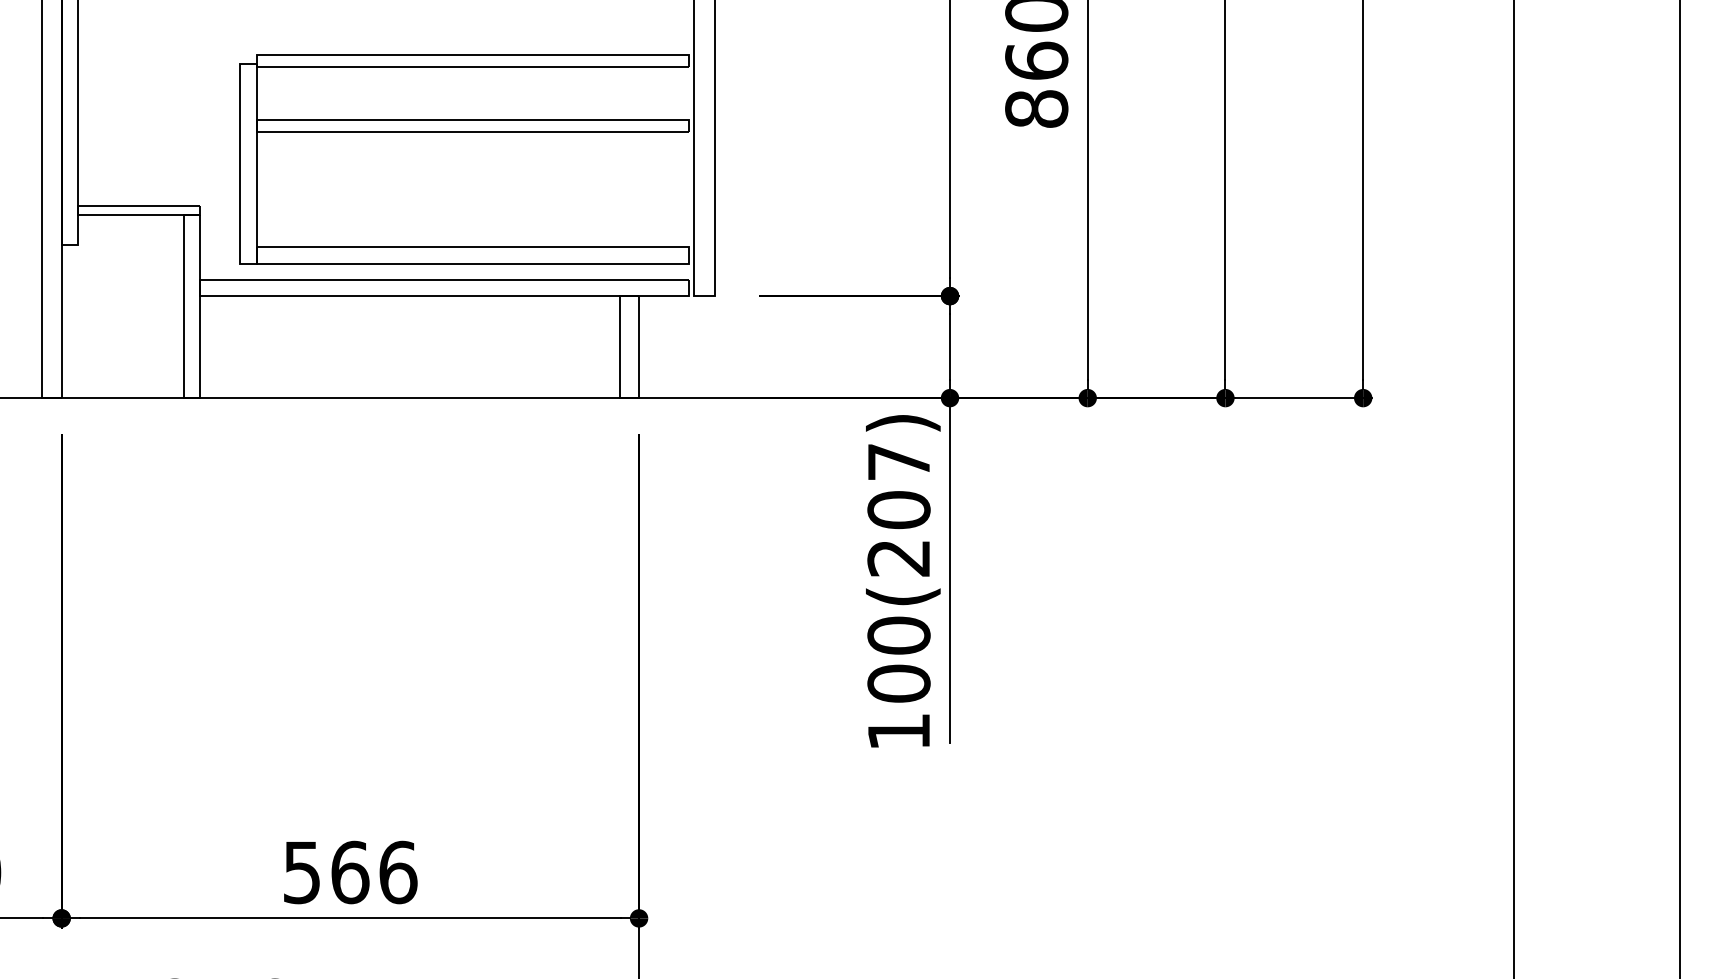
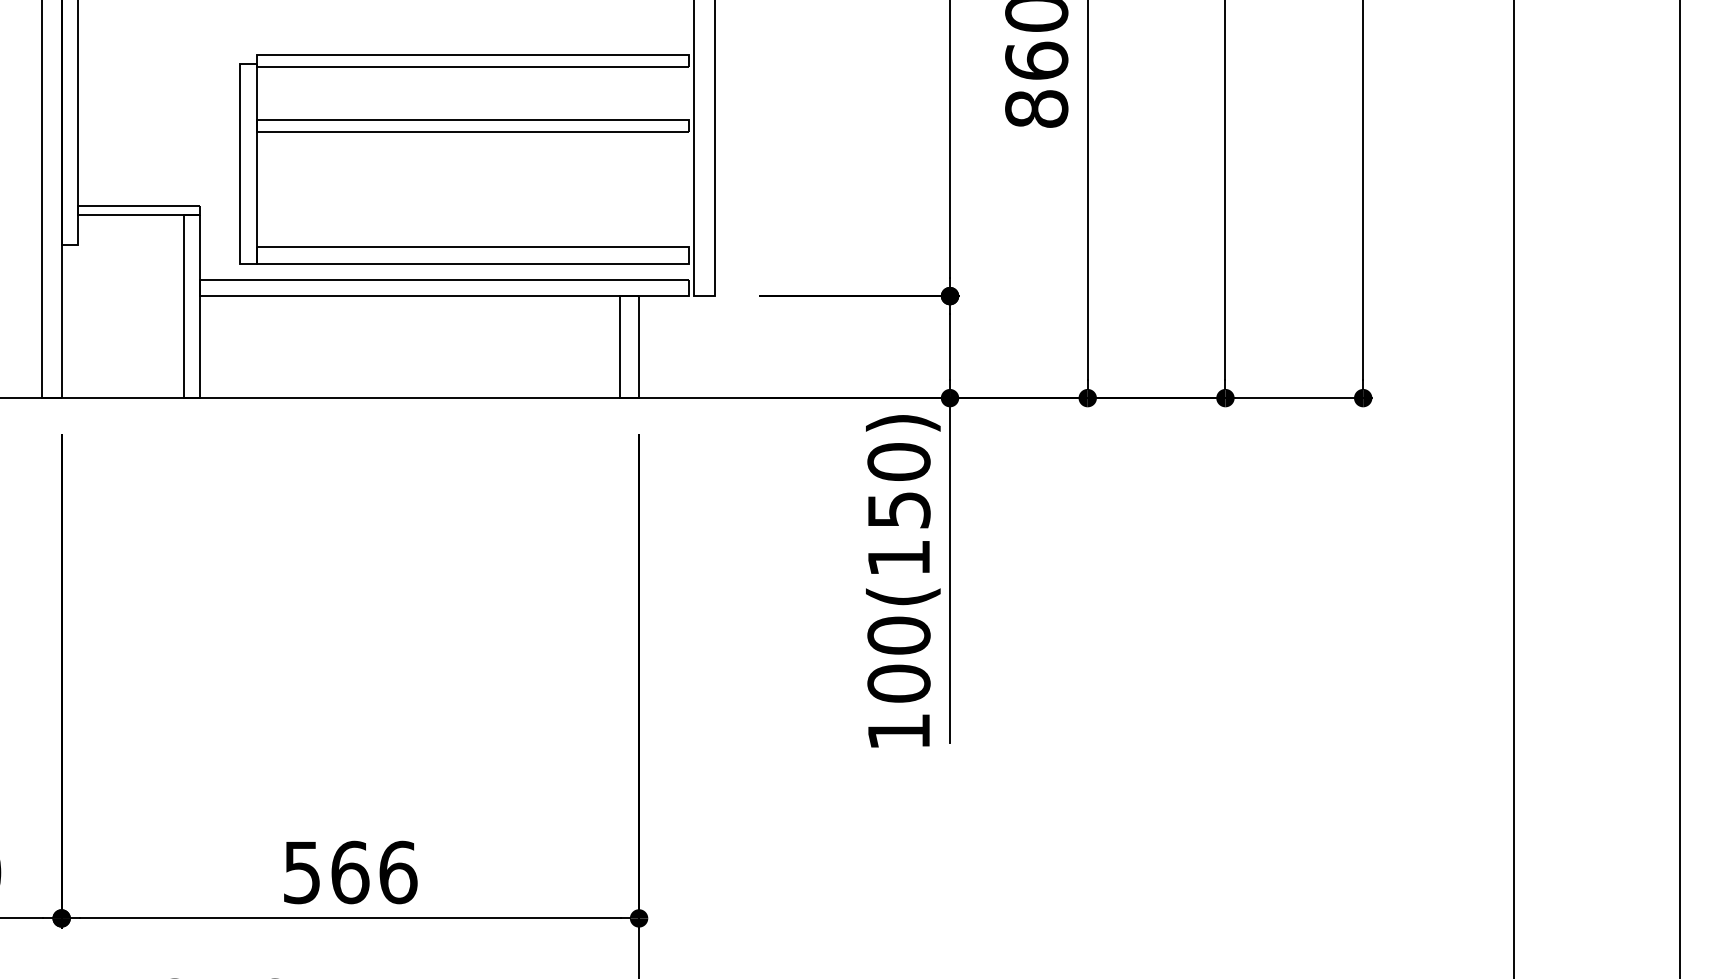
text at (898, 509): 100(207) -> 100(150)
